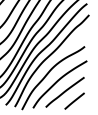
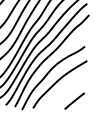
line at (64, 91): present -> none
